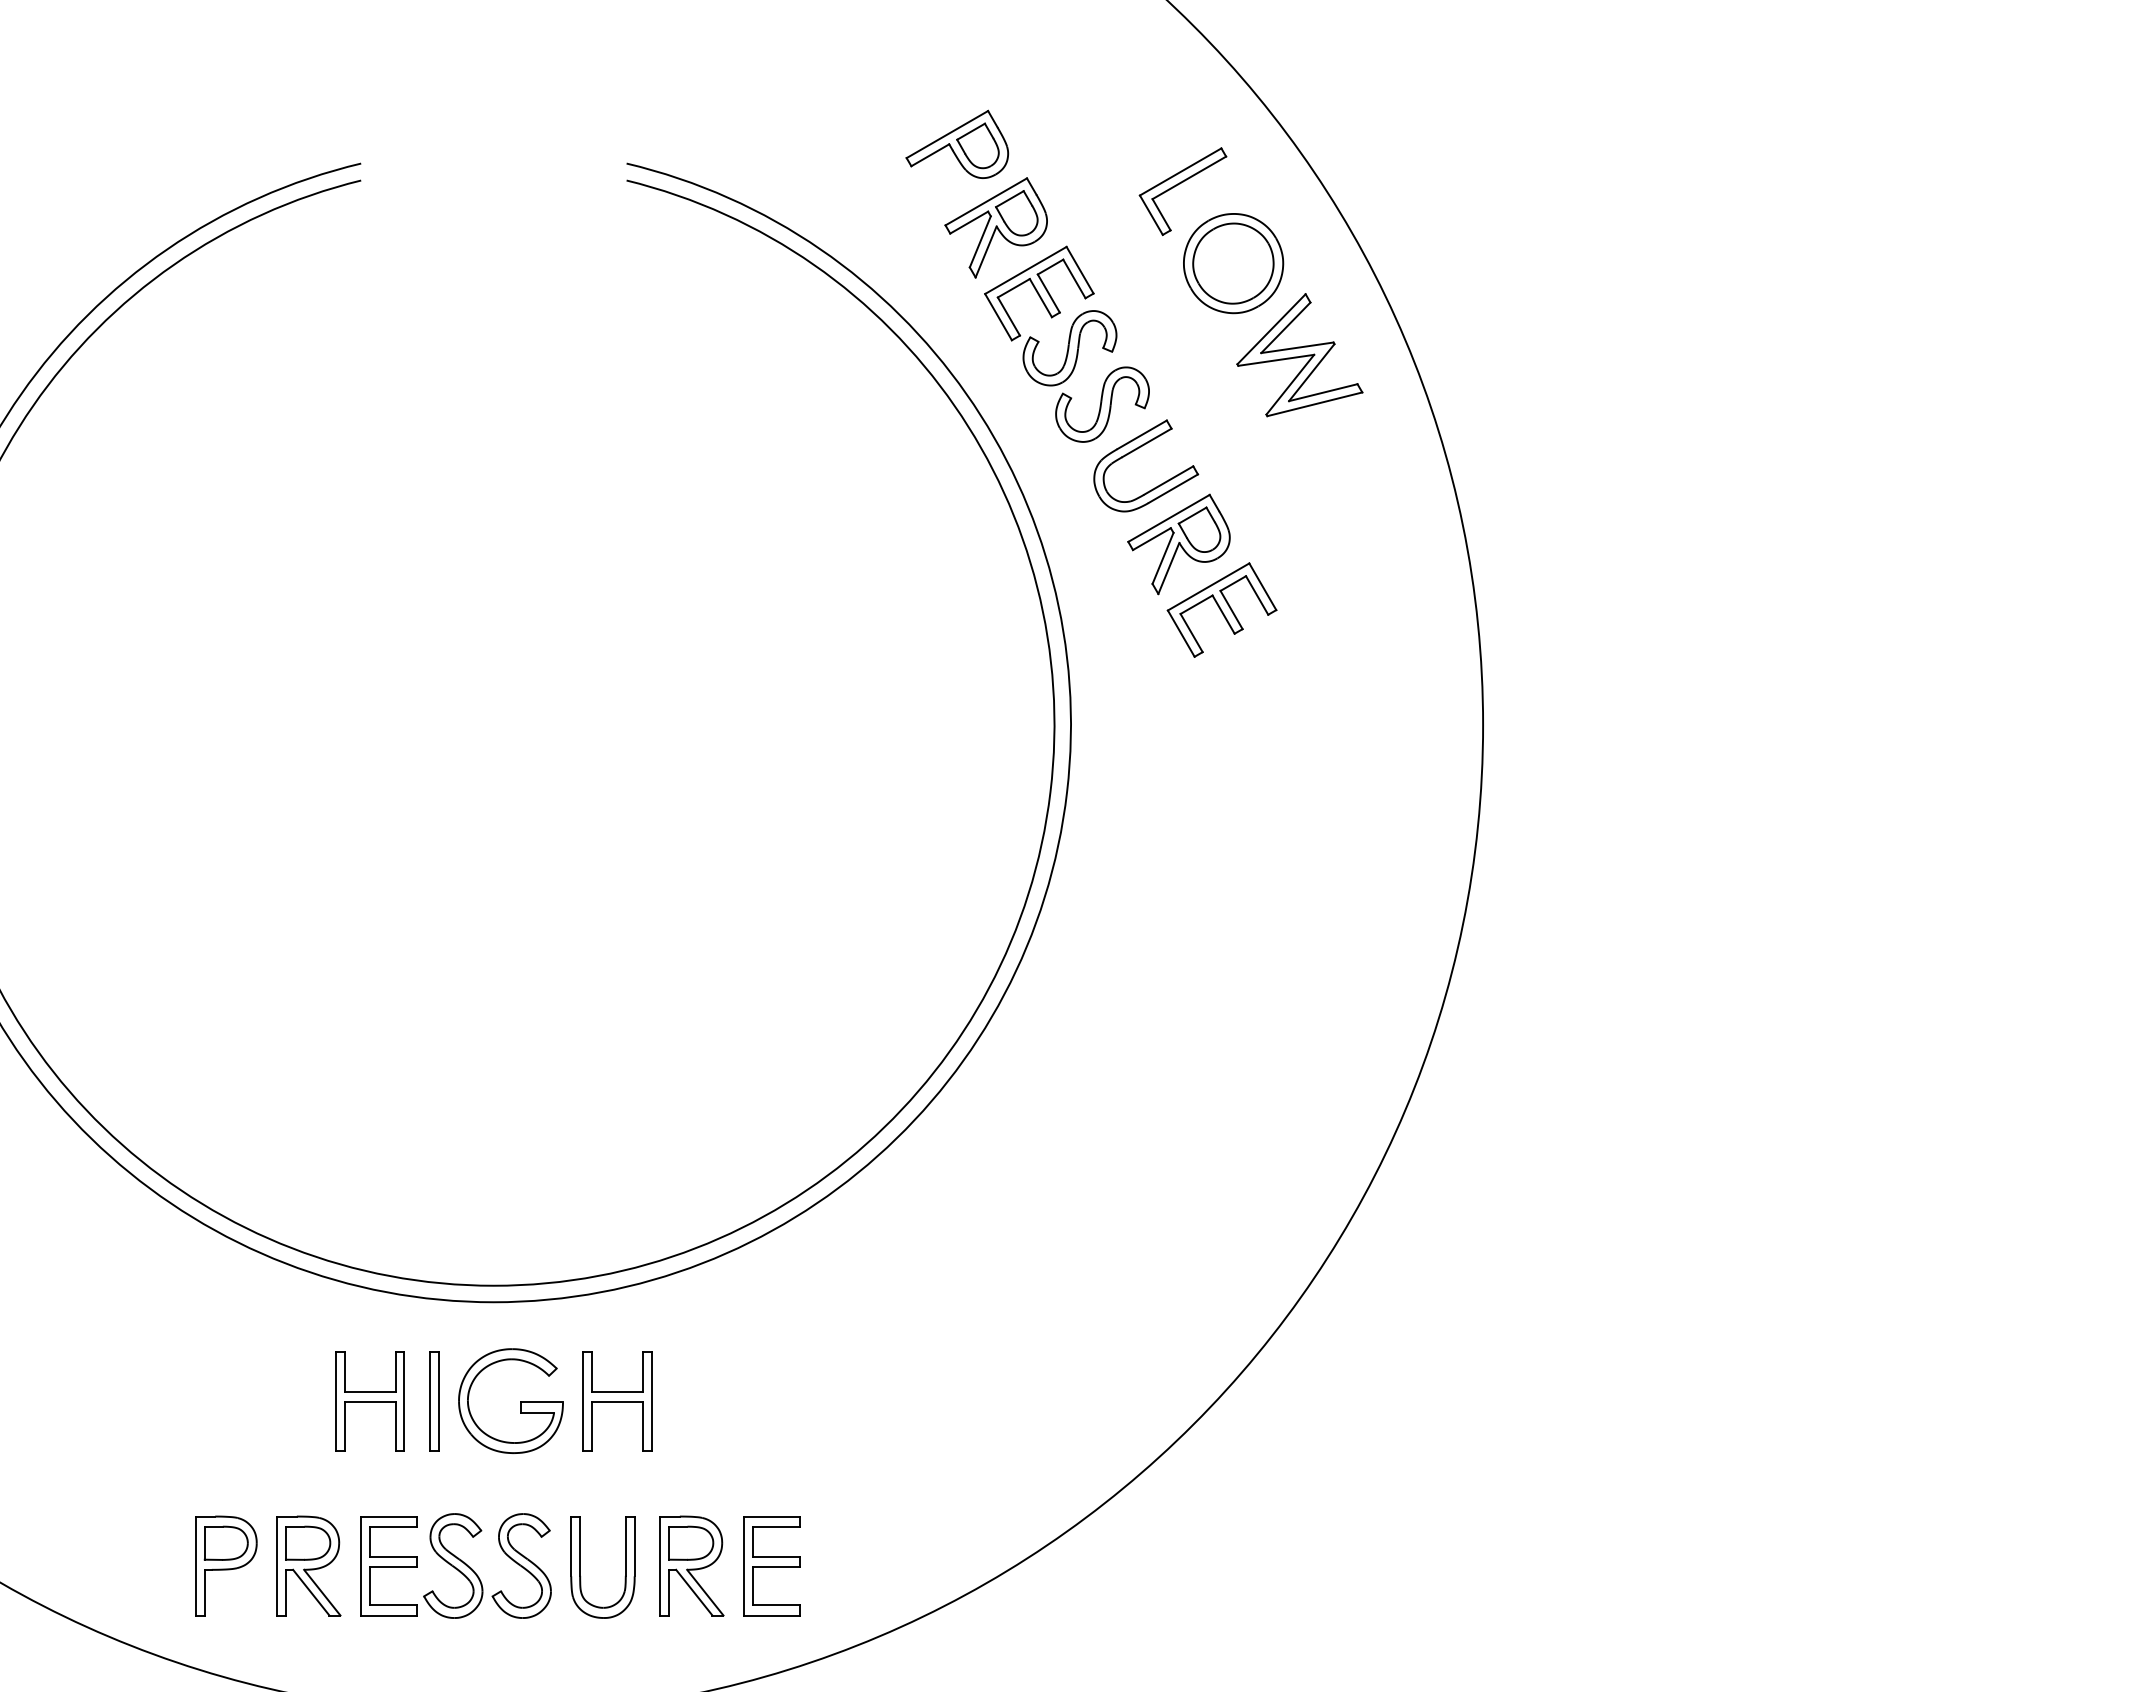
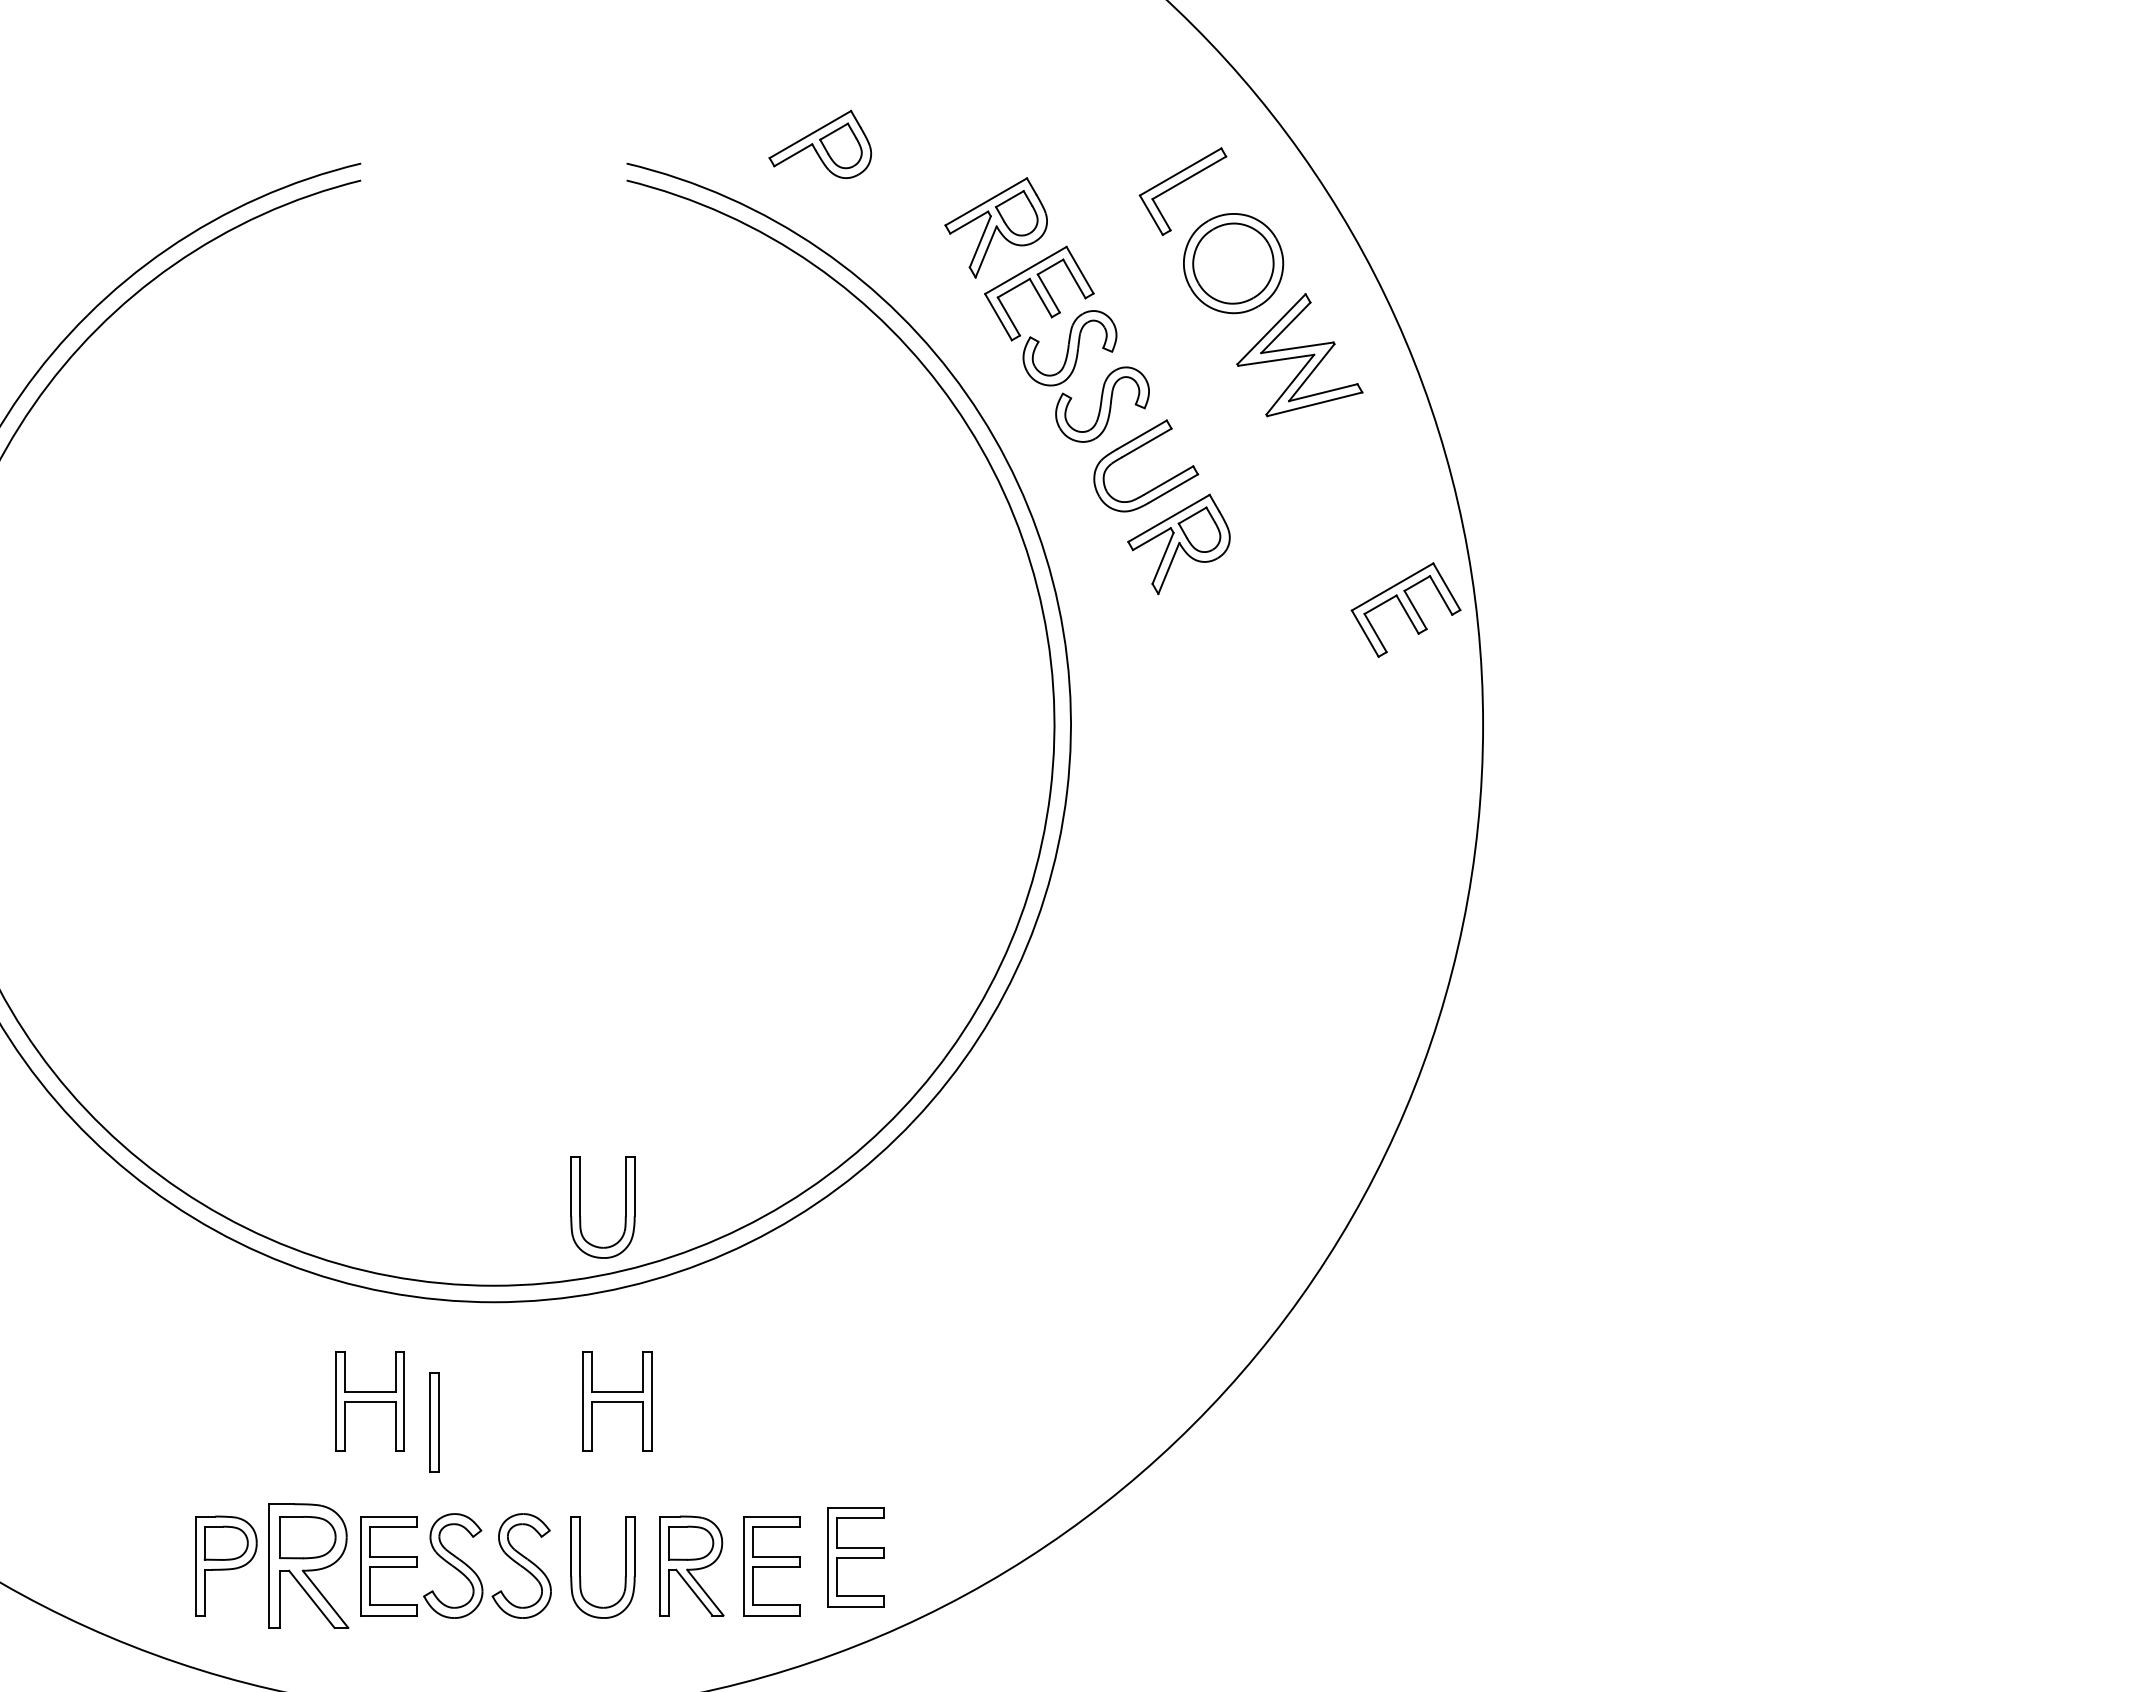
part at (957, 143) position: (957, 143) -> (820, 143)
part at (1221, 609) position: (1221, 609) -> (1405, 609)
part at (580, 1207): none -> present
part at (434, 1401) position: (434, 1401) -> (434, 1422)
part at (520, 1401): present -> none
part at (855, 1557): none -> present
part at (308, 1565) size: 66x102 px -> 82x126 px
